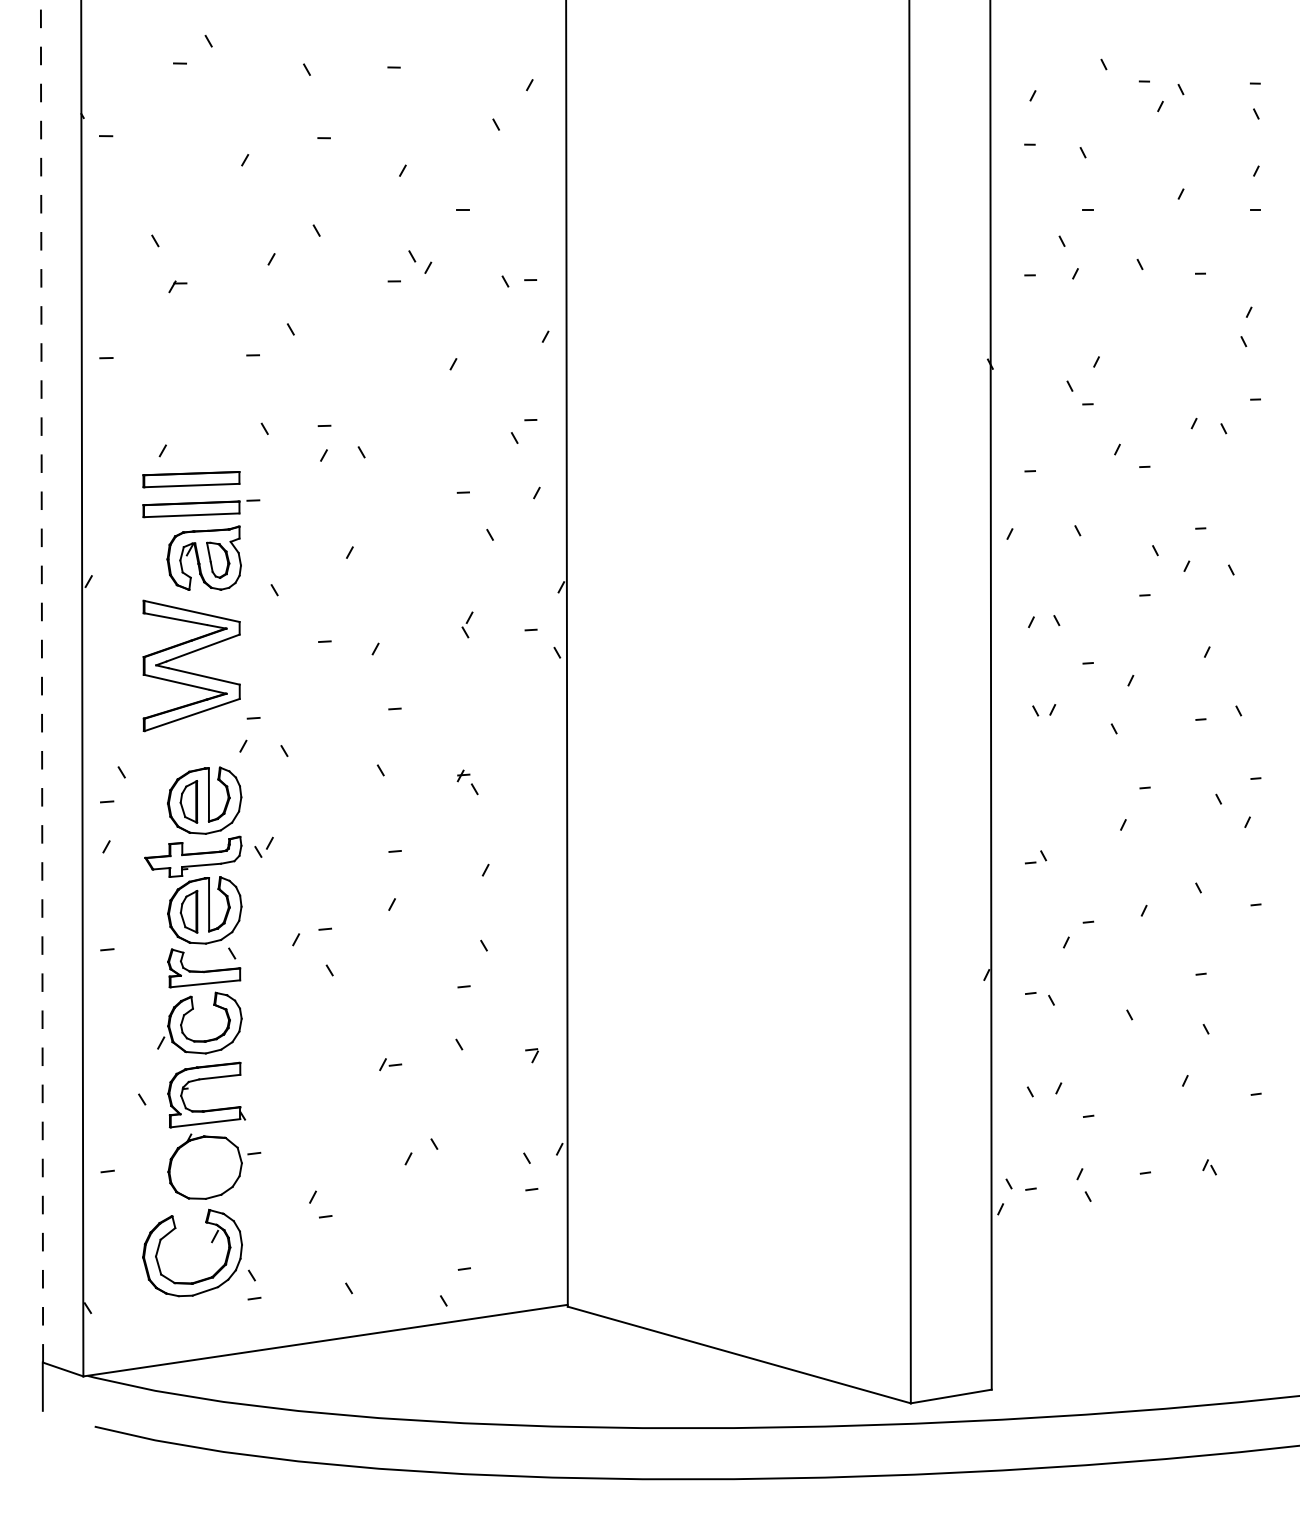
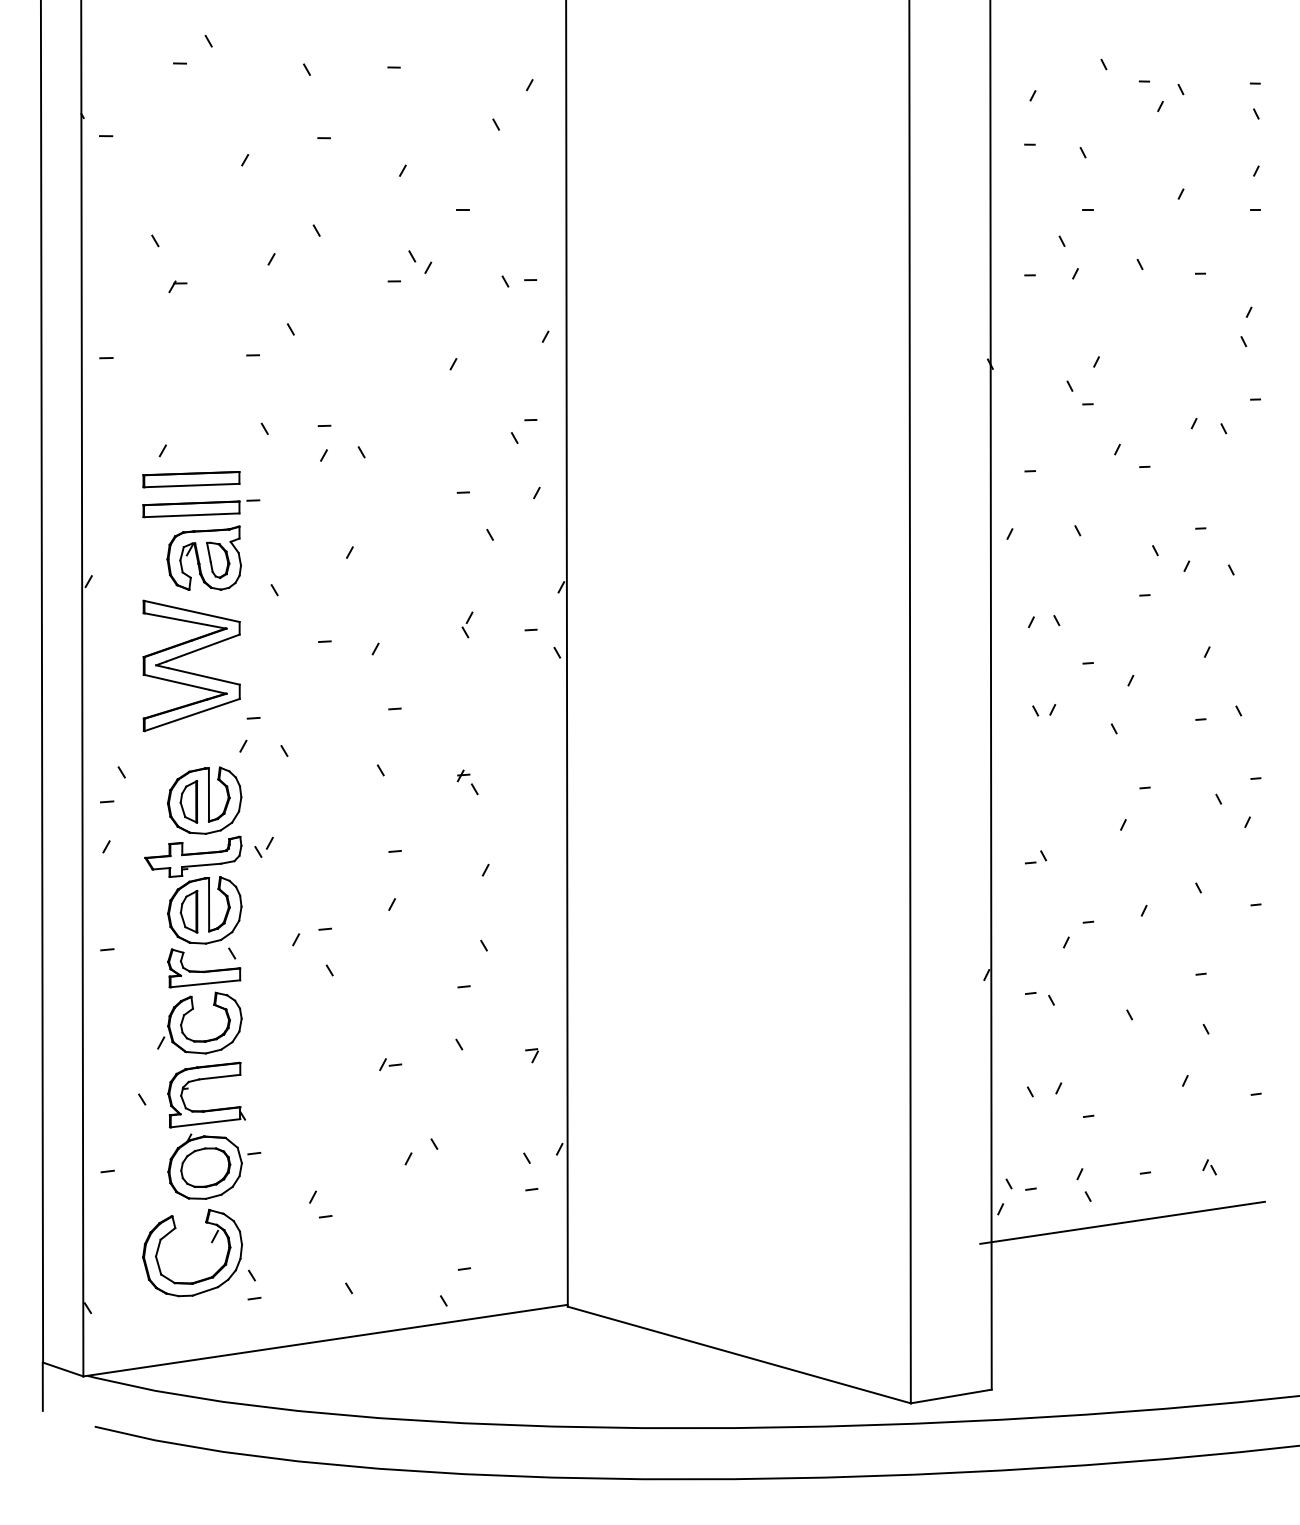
line at (42, 681): dashed -> solid
part at (205, 1167): none -> present
line at (1122, 1222): none -> present
